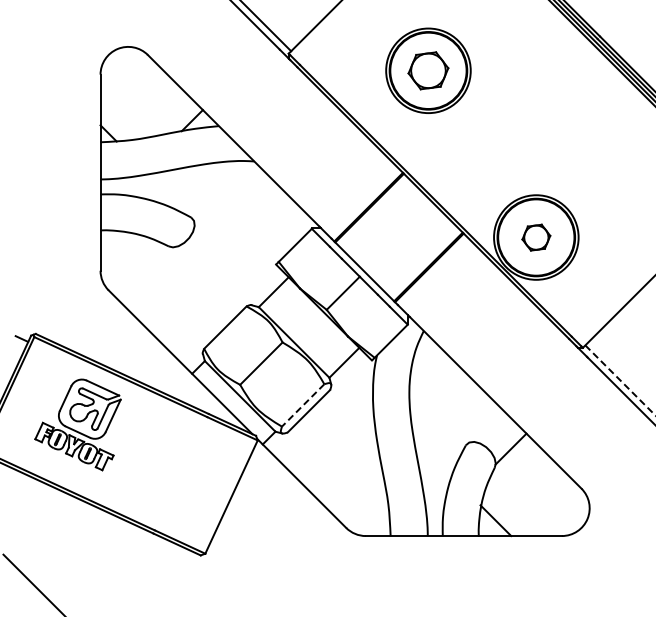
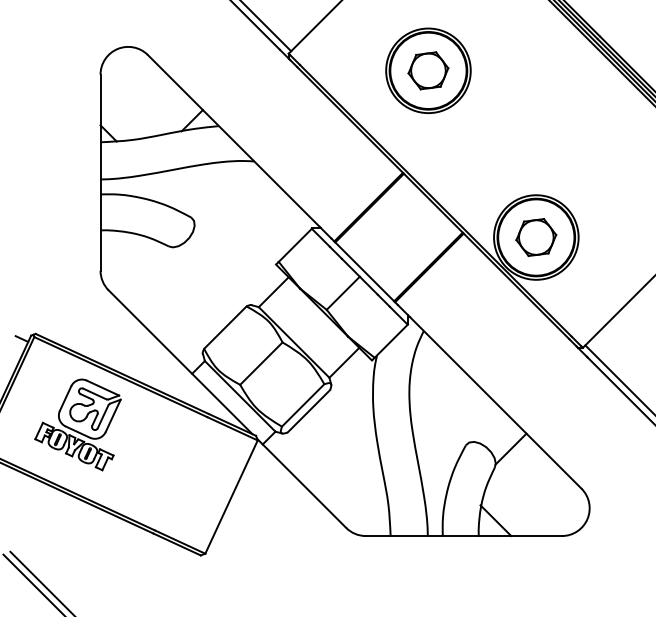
part at (536, 237) size: 31x29 px -> 43x40 px
line at (620, 380): dashed -> solid
line at (303, 405): dashed -> solid
line at (41, 582): none -> present
